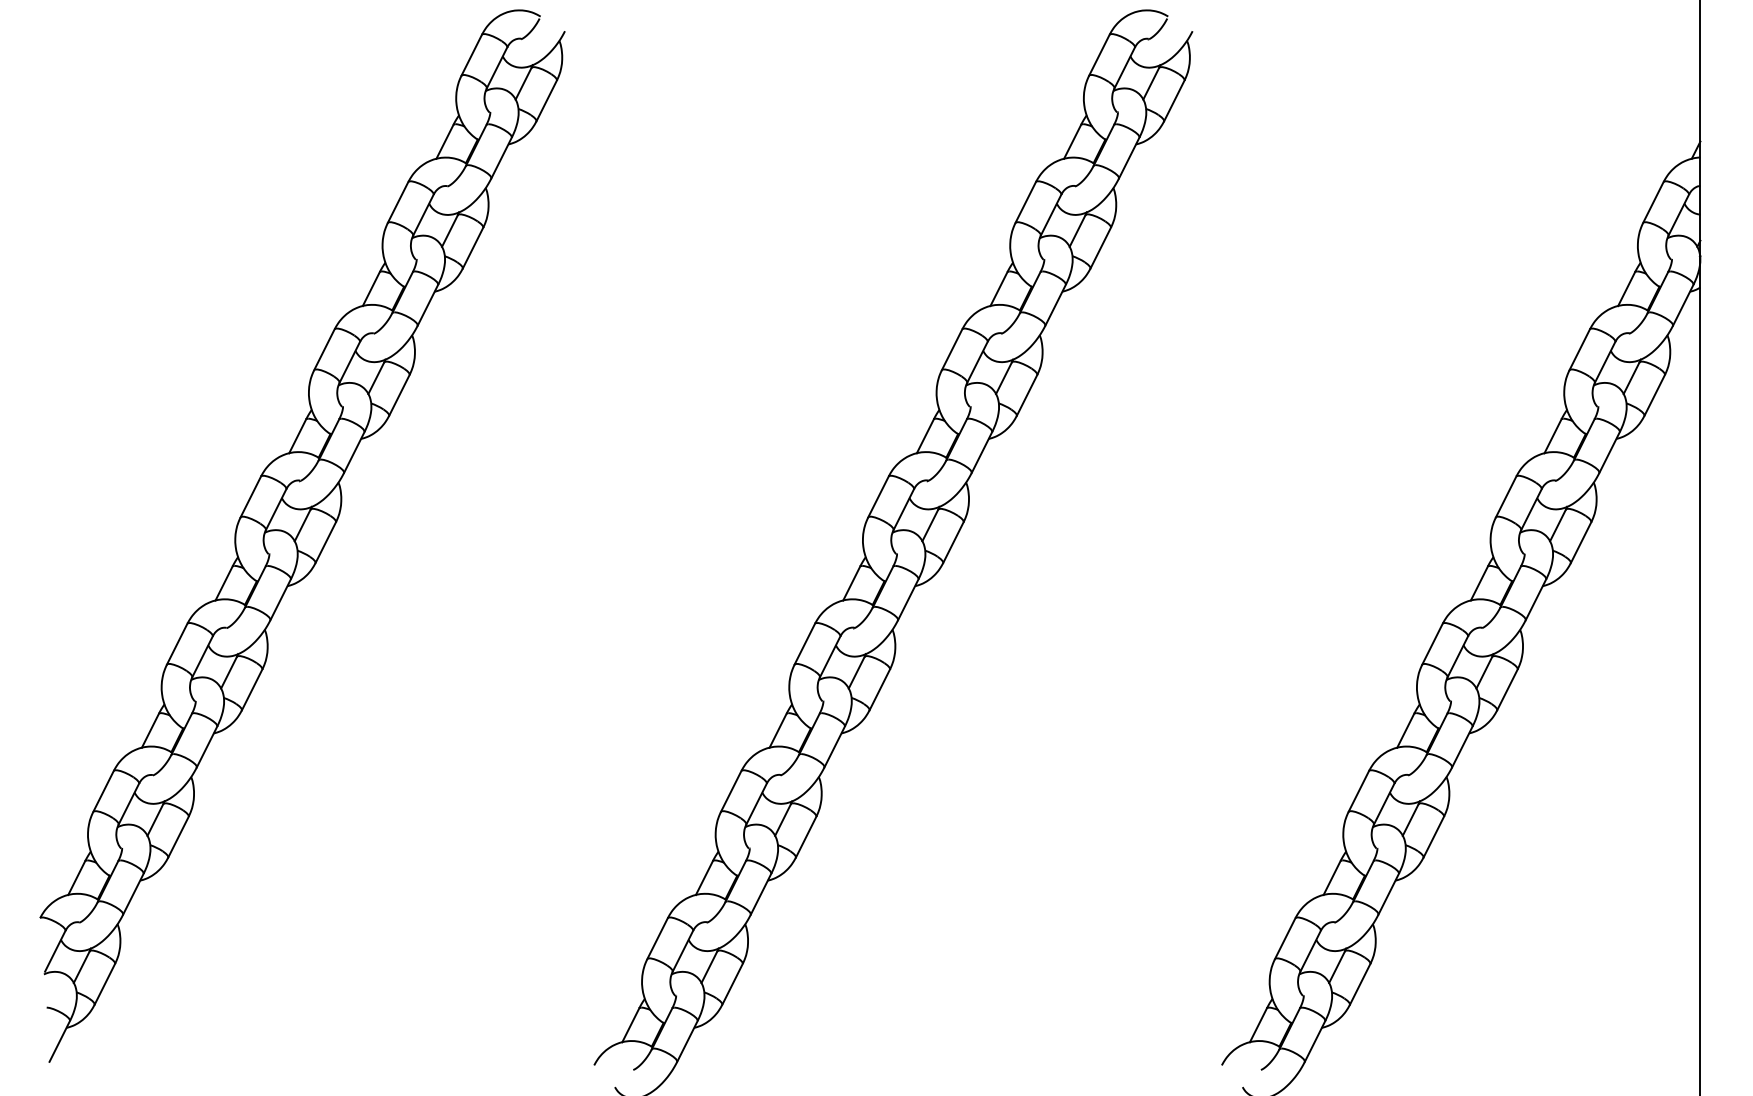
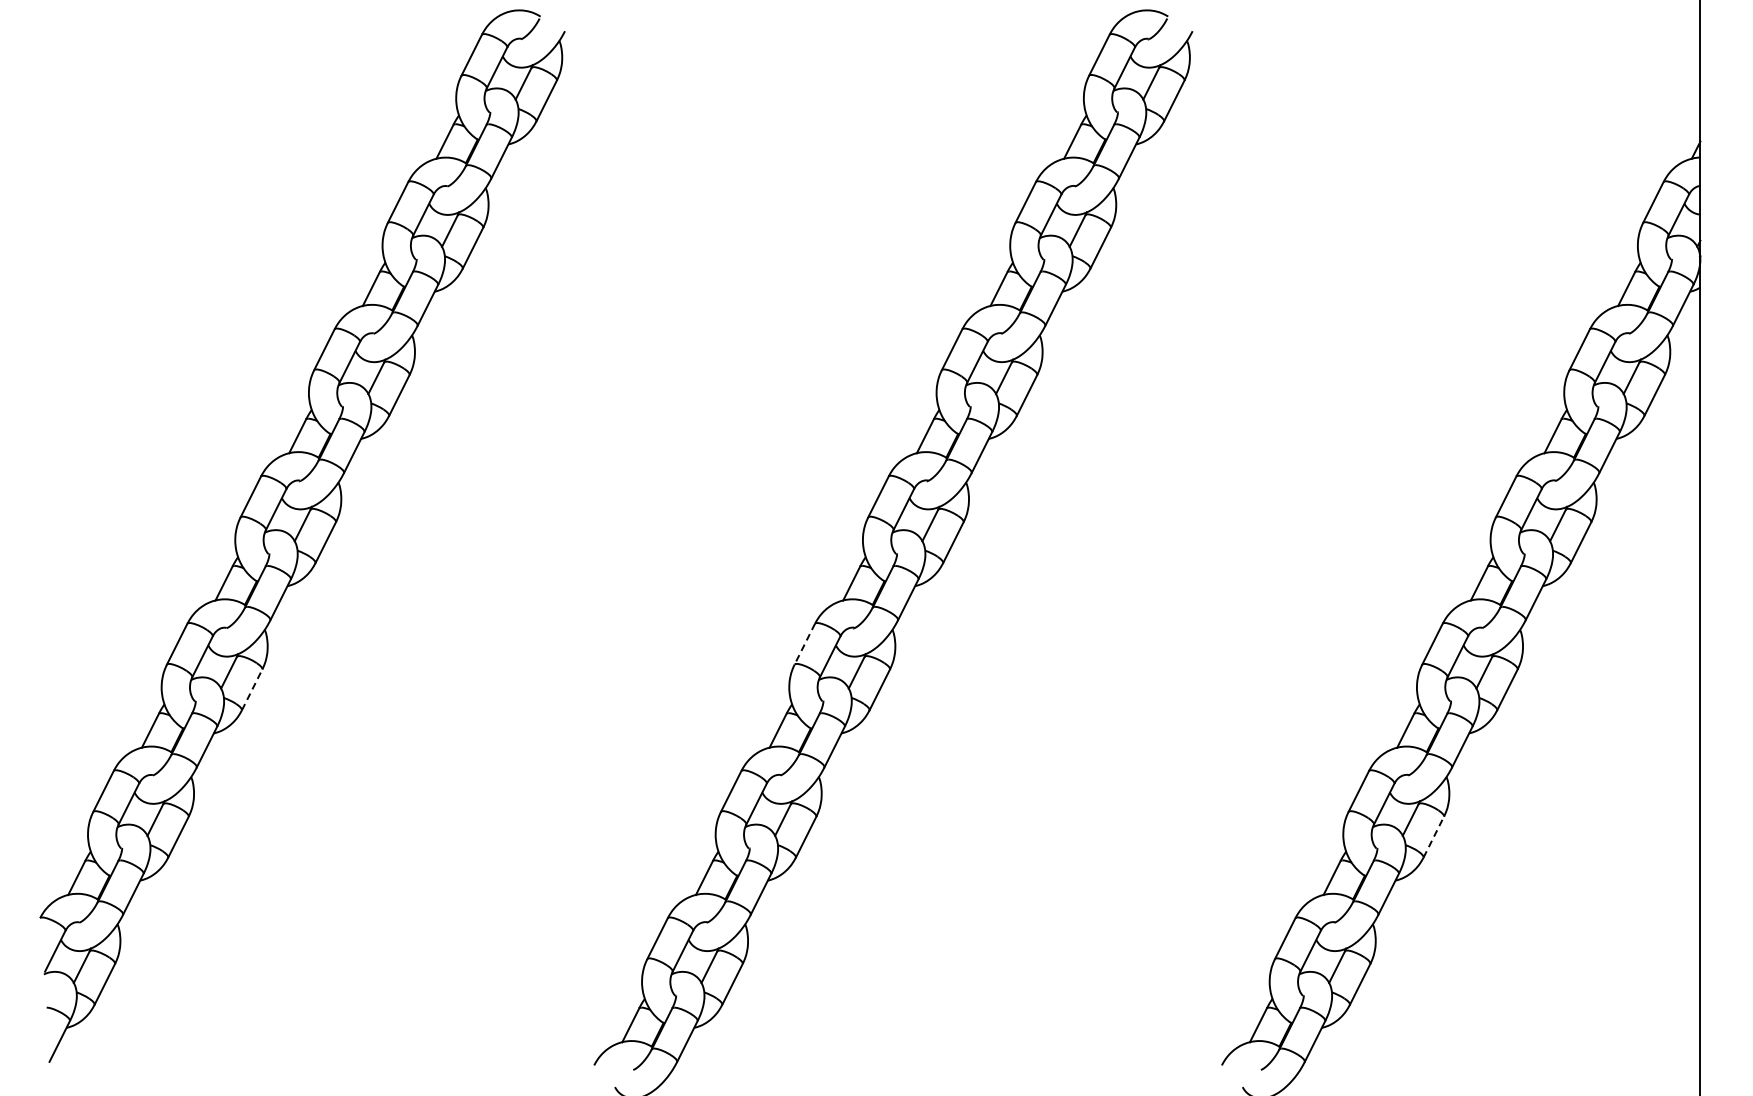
line at (804, 644): solid -> dashed
line at (252, 689): solid -> dashed
line at (1433, 837): solid -> dashed
